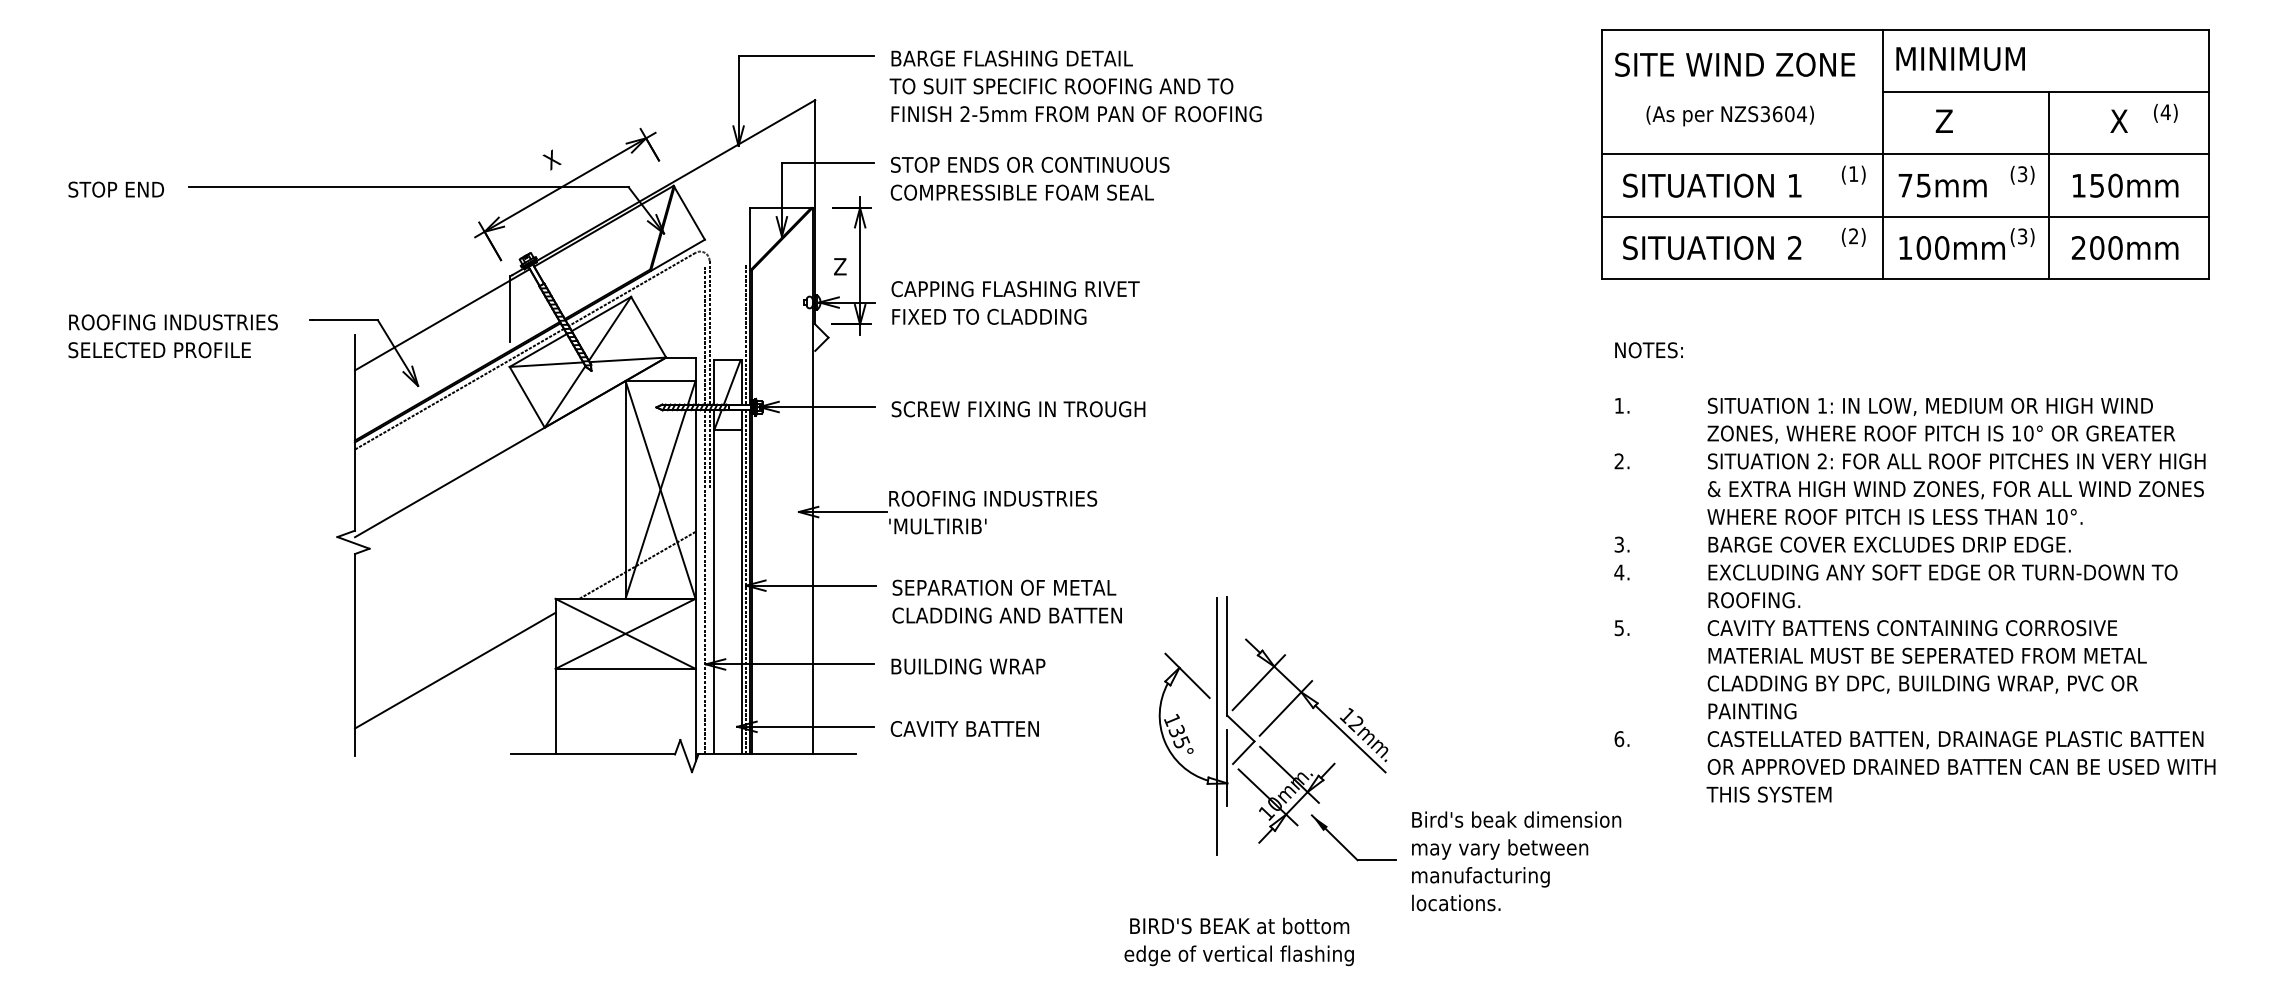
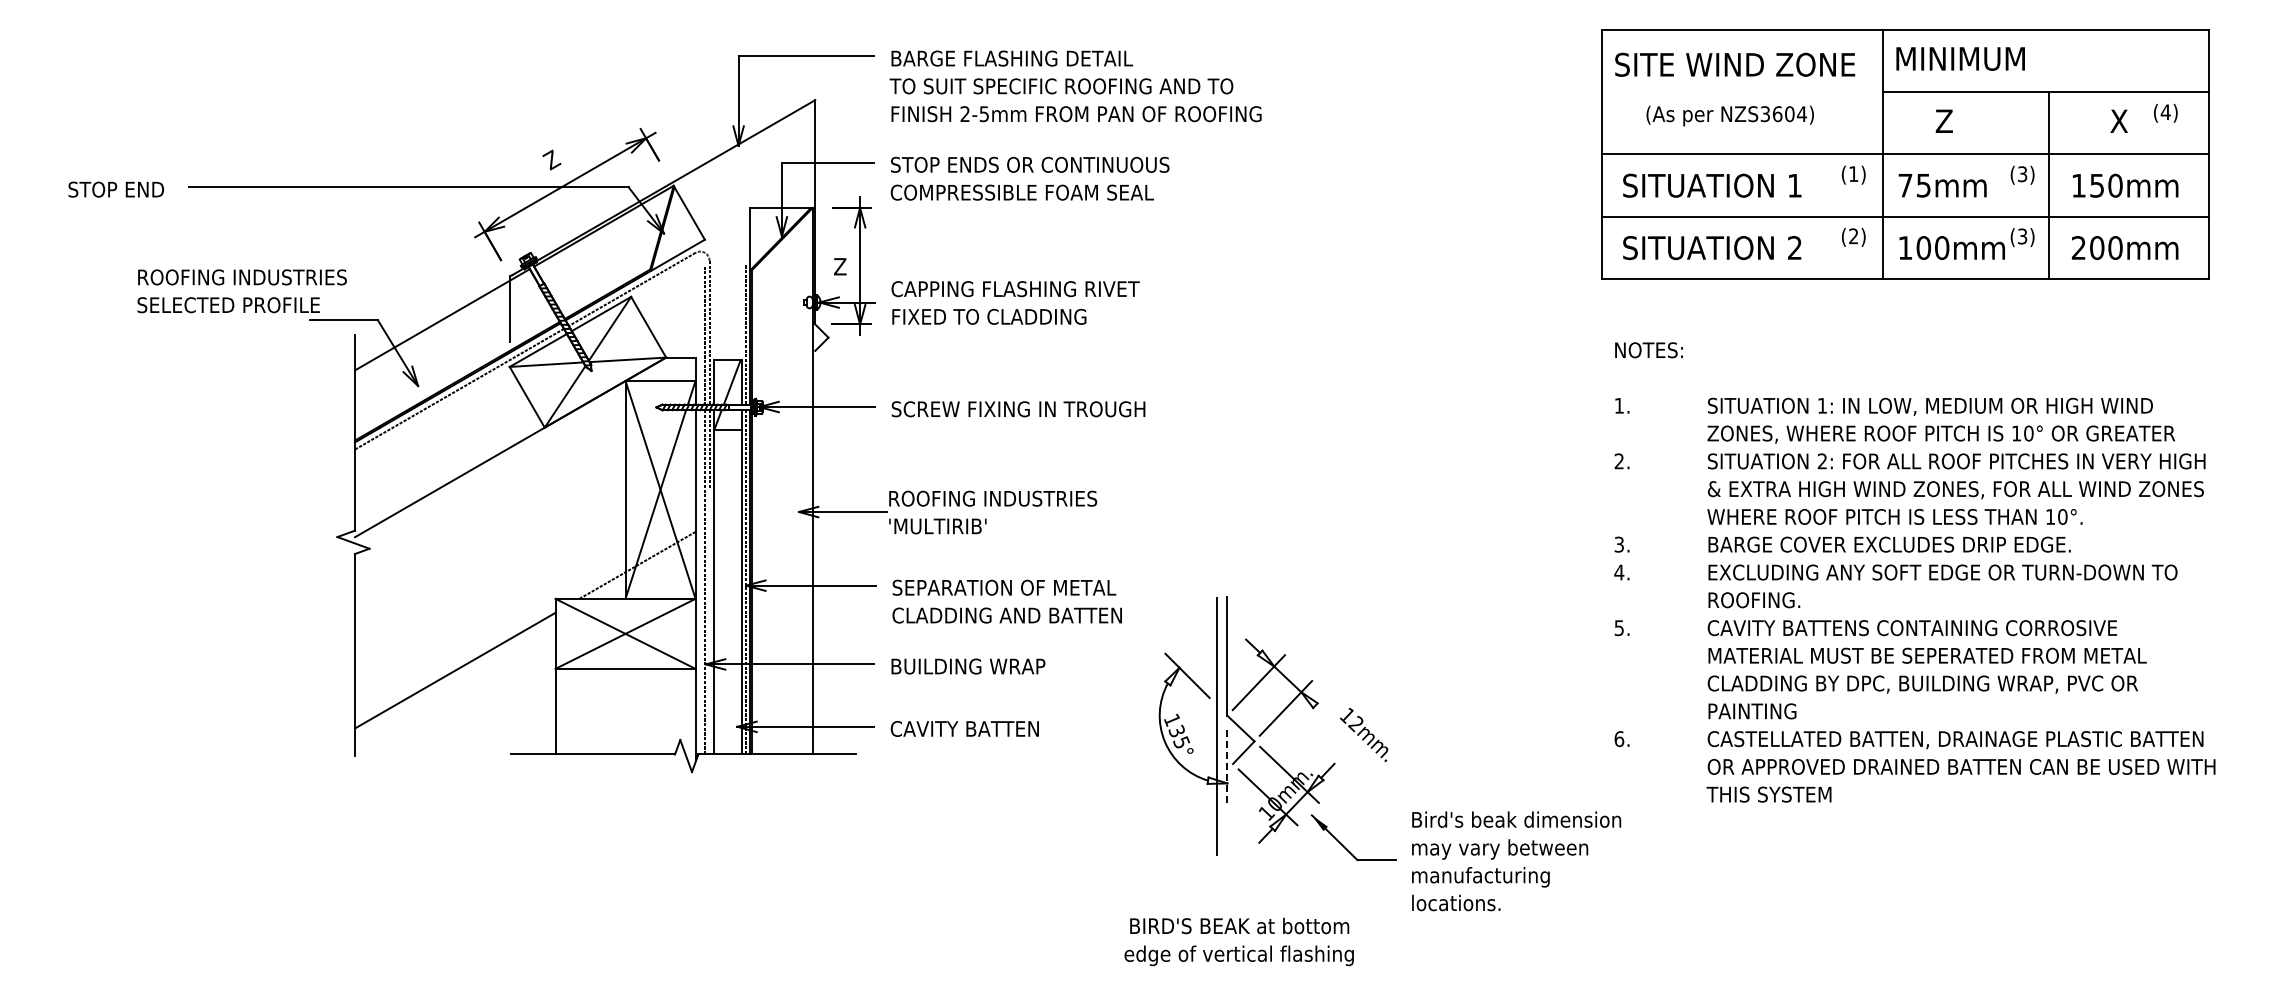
text at (551, 159): X -> Z
text at (172, 336) position: (172, 336) -> (241, 291)
line at (1350, 738): present -> none
line at (1227, 767): solid -> dashed
